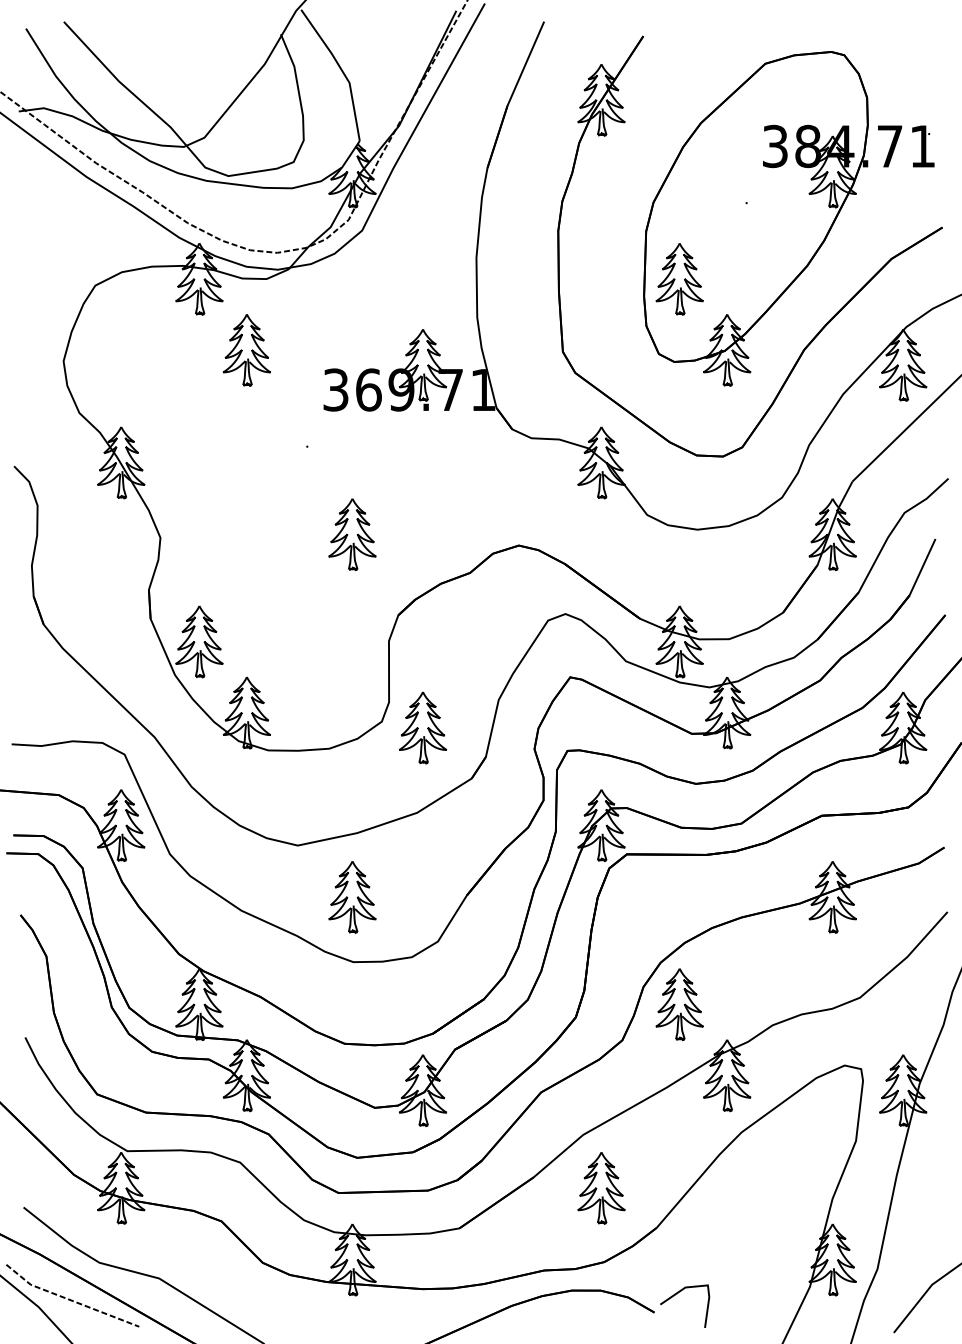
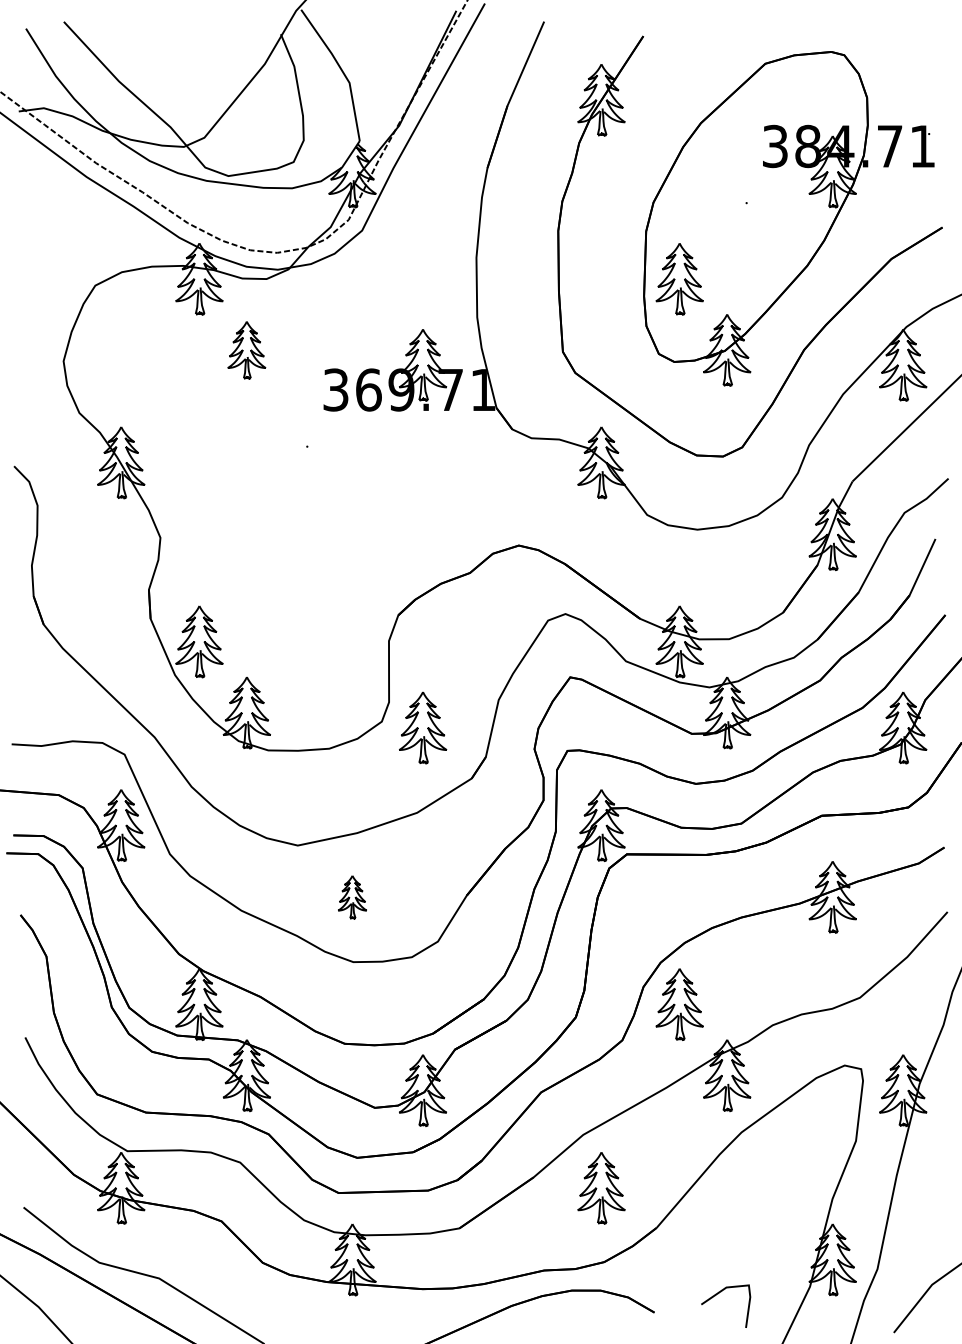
part at (246, 350) size: 49x73 px -> 40x59 px
part at (352, 534): present -> none
part at (352, 897) size: 49x73 px -> 29x45 px
line at (677, 1294) position: (677, 1294) -> (718, 1294)
line at (72, 1299): present -> none
